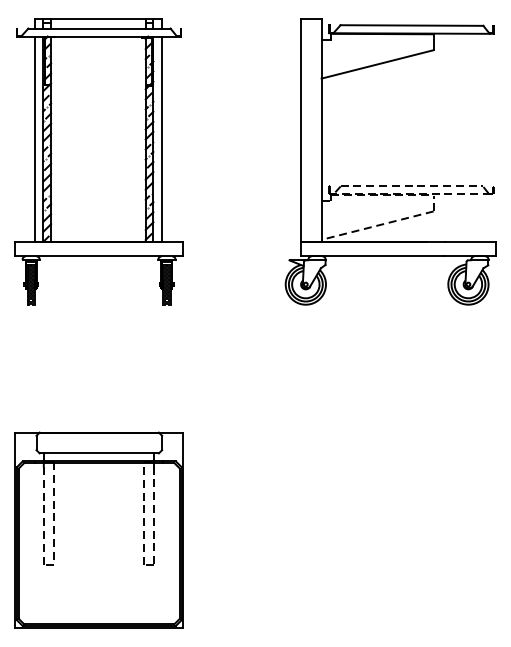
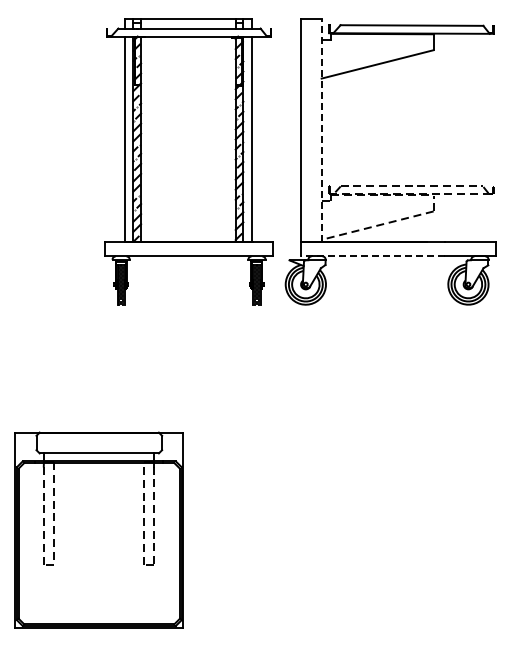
line at (321, 129): solid -> dashed
part at (98, 161) position: (98, 161) -> (188, 161)
line at (372, 255): solid -> dashed
